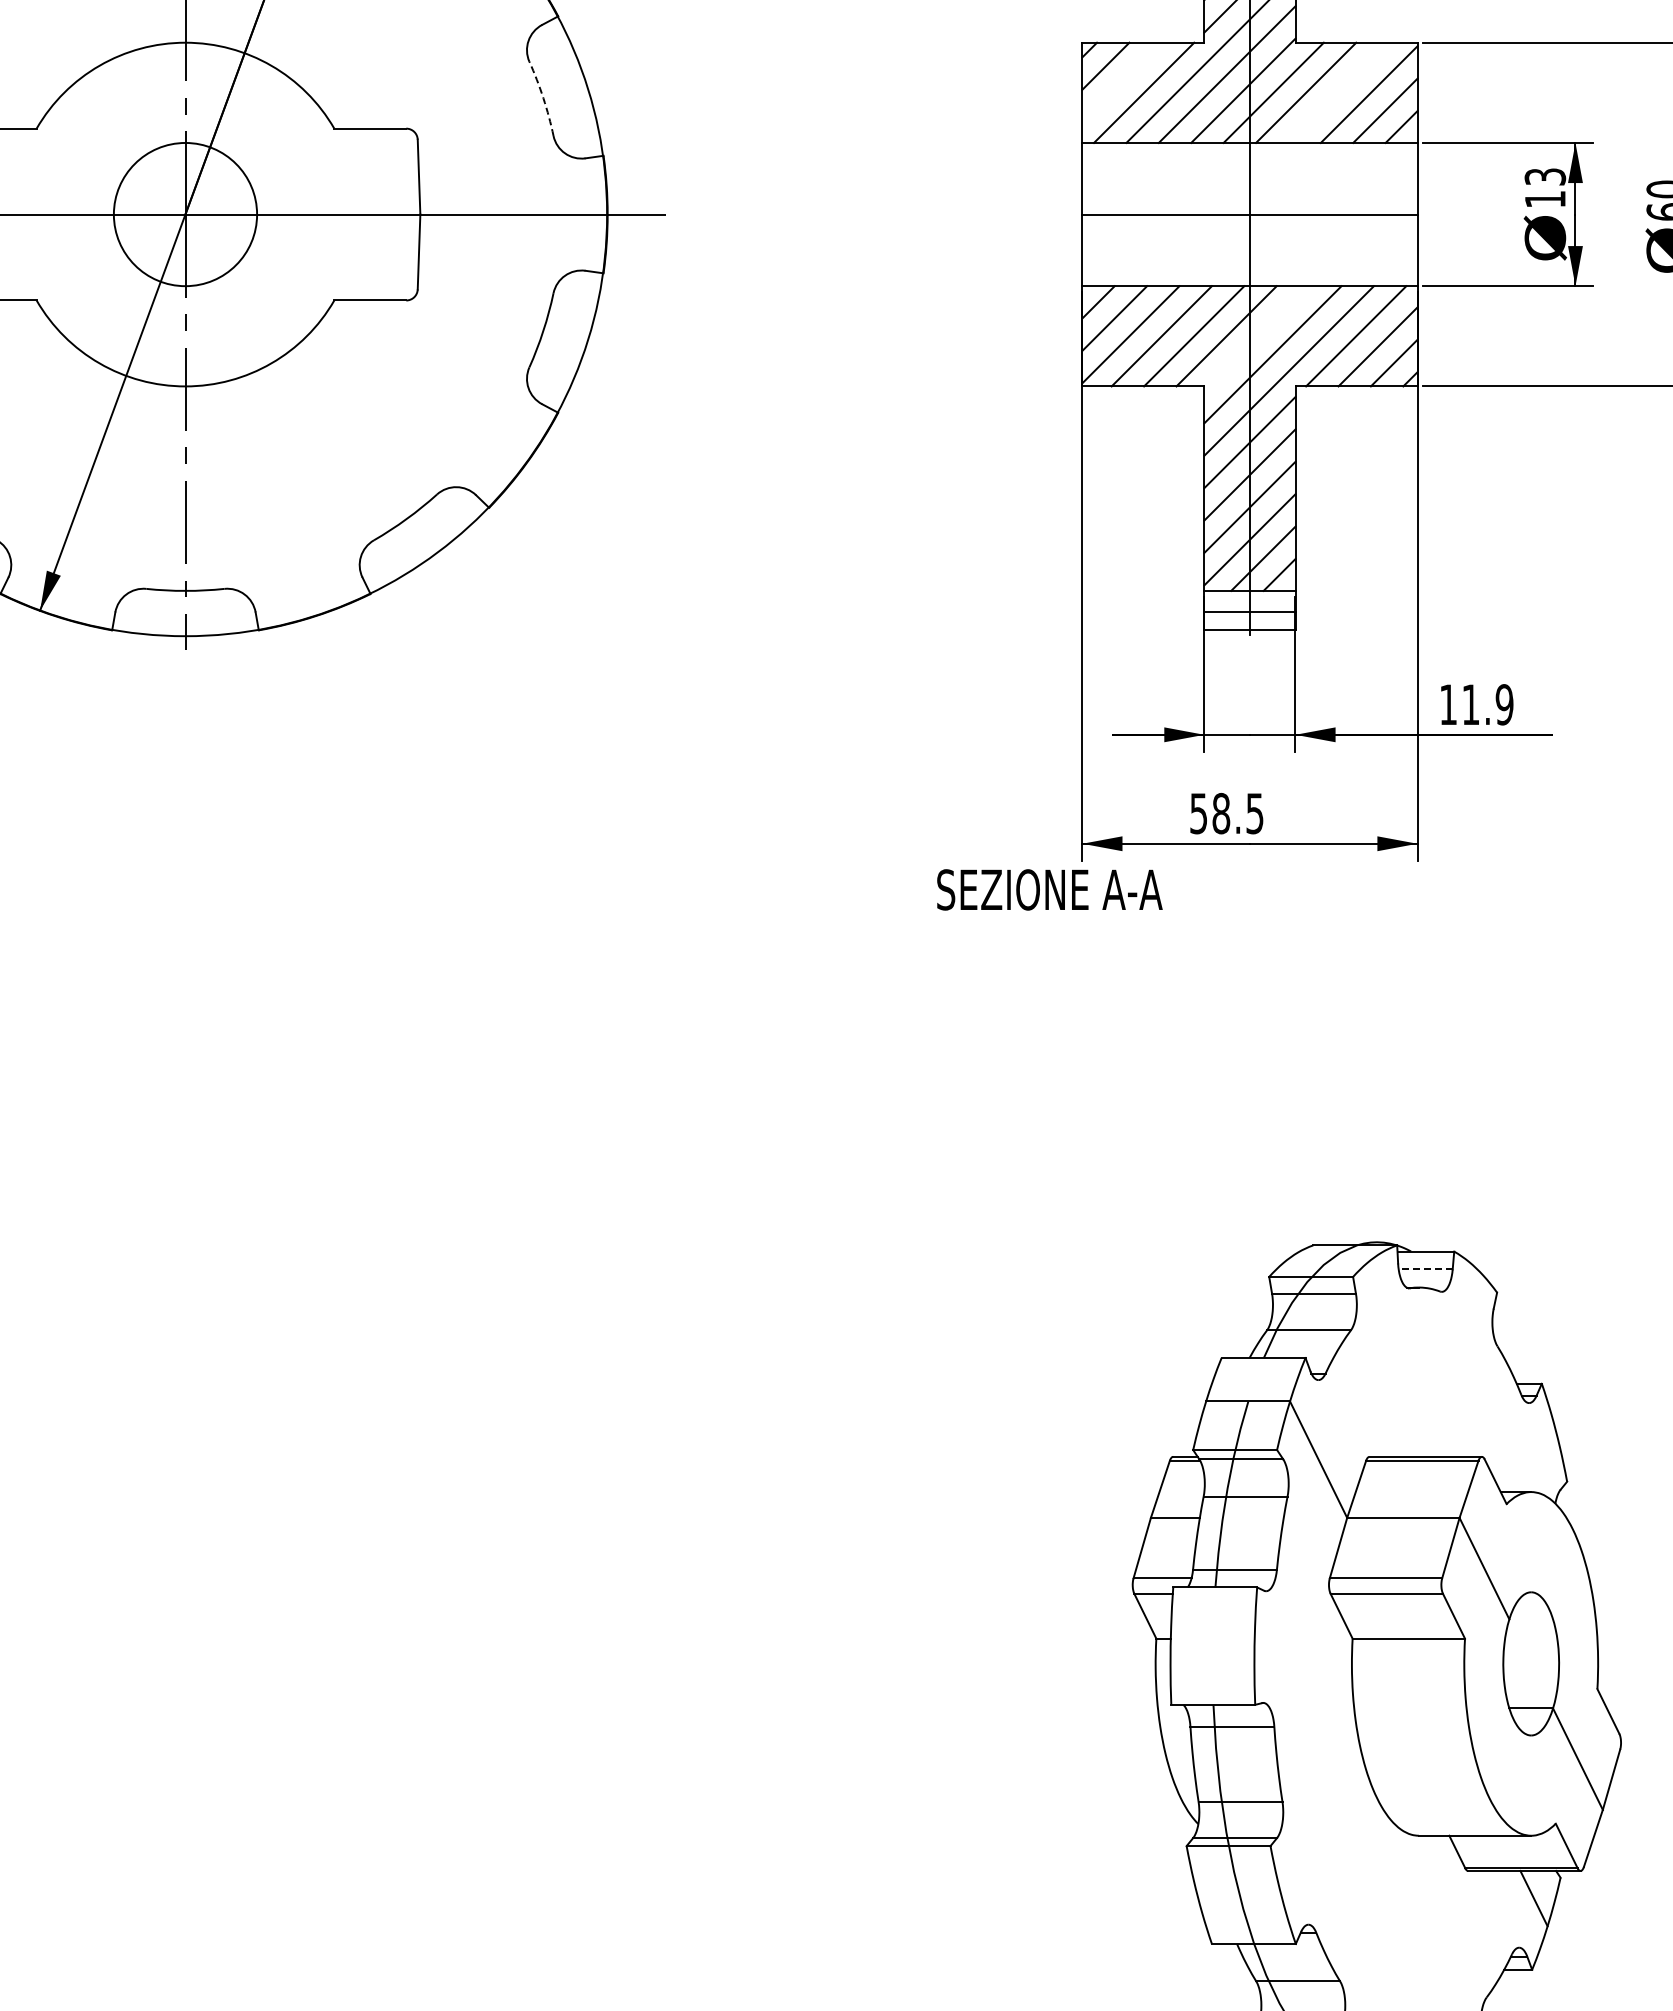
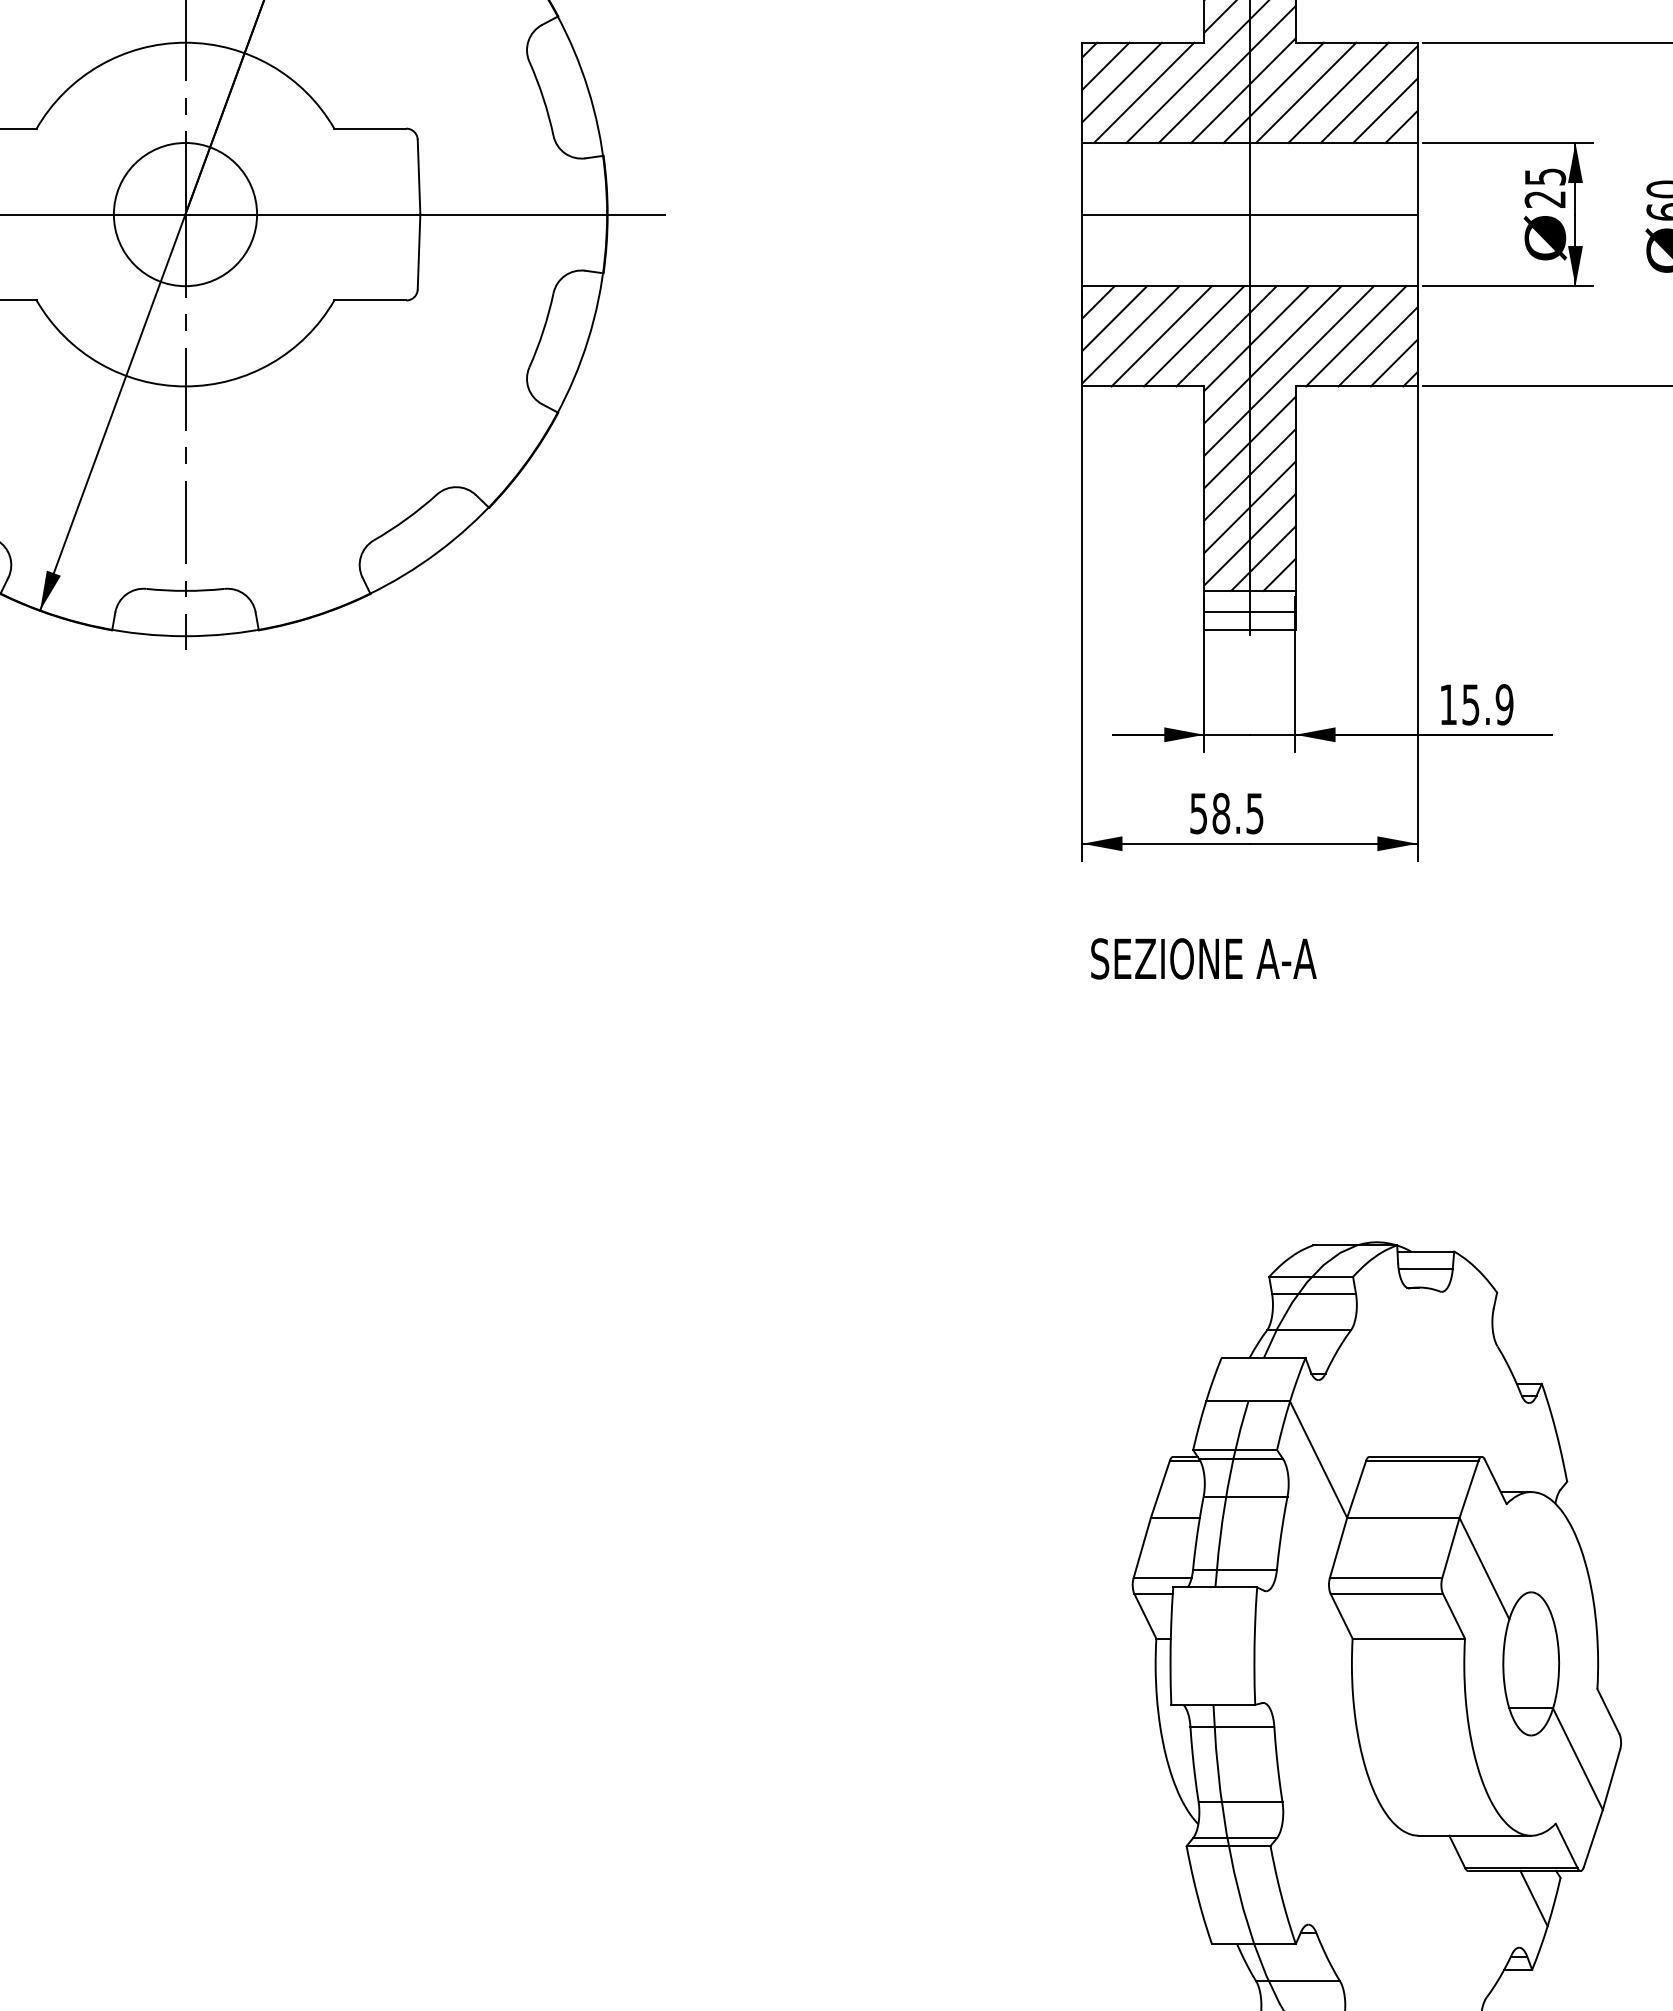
line at (1121, 82): none -> present
line at (1338, 92): none -> present
arc at (543, 98): dashed -> solid
text at (1544, 187): 13 -> 25
line at (1256, 338): none -> present
text at (1470, 704): 11.9 -> 15.9
text at (1049, 889) position: (1049, 889) -> (1203, 958)
line at (1425, 1269): dashed -> solid
